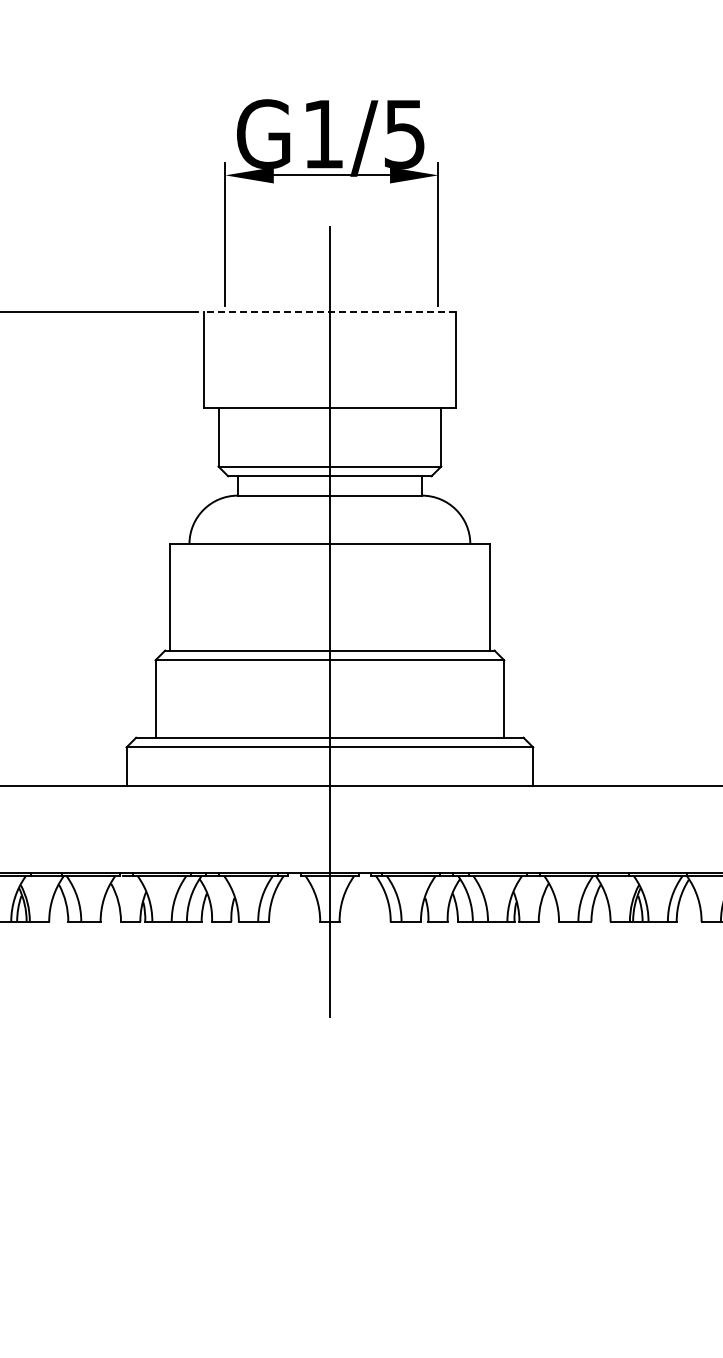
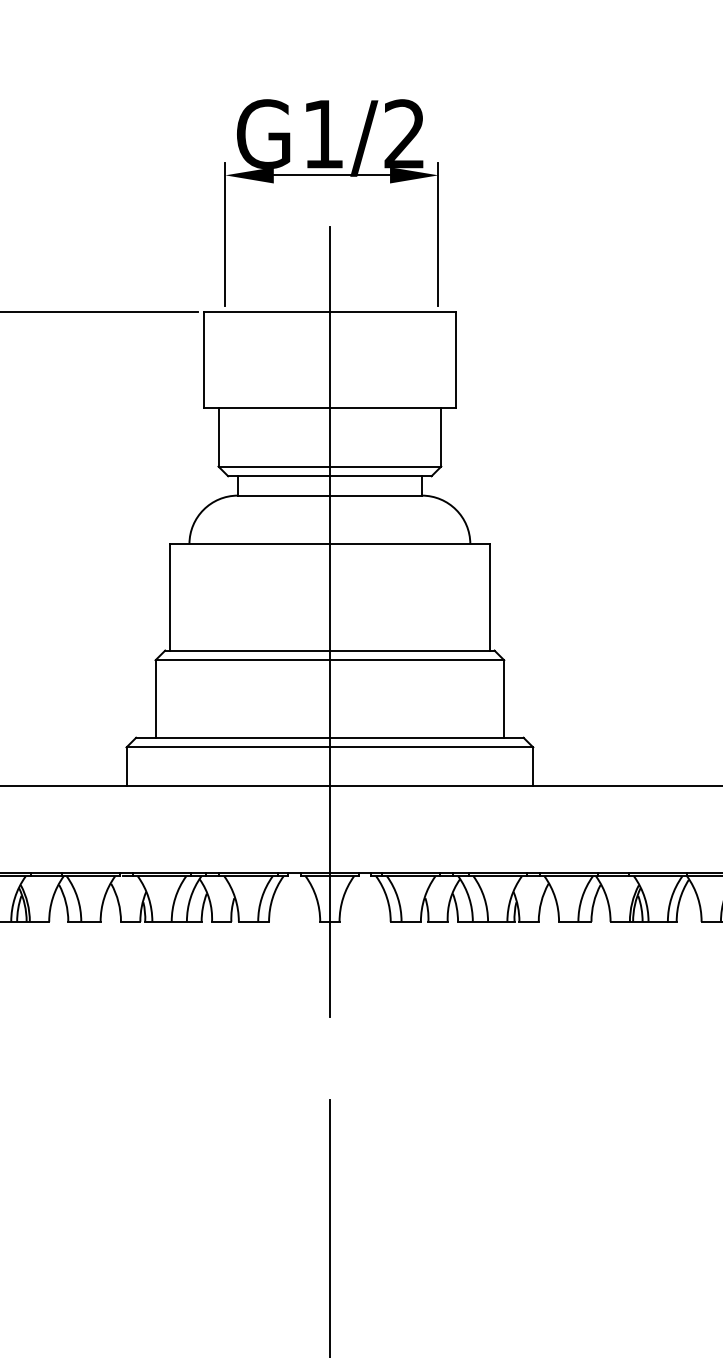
text at (404, 134): G1/5 -> G1/2
line at (329, 311): dashed -> solid
line at (329, 1226): none -> present
